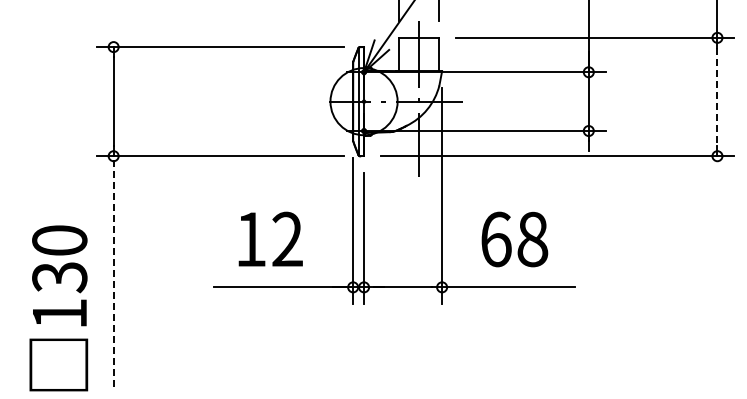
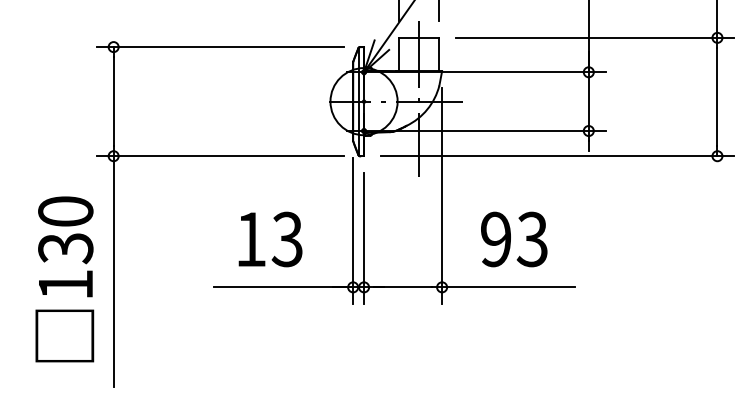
line at (717, 97): dashed -> solid
text at (286, 239): 12 -> 13
text at (514, 239): 68 -> 93
line at (113, 271): dashed -> solid
text at (58, 308) position: (58, 308) -> (64, 279)
